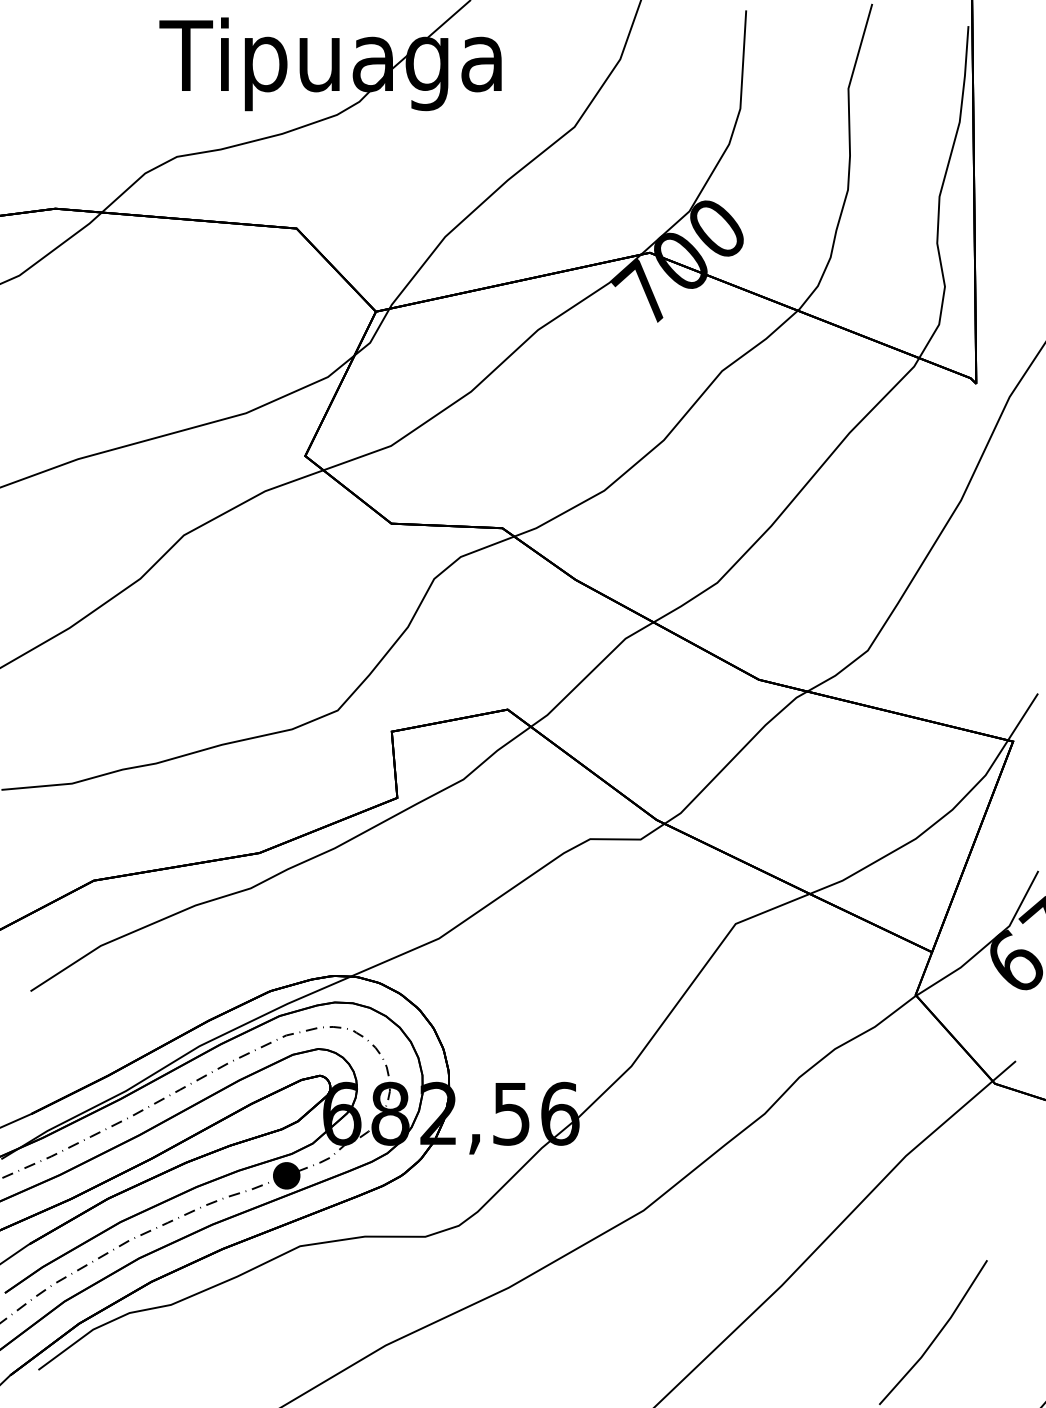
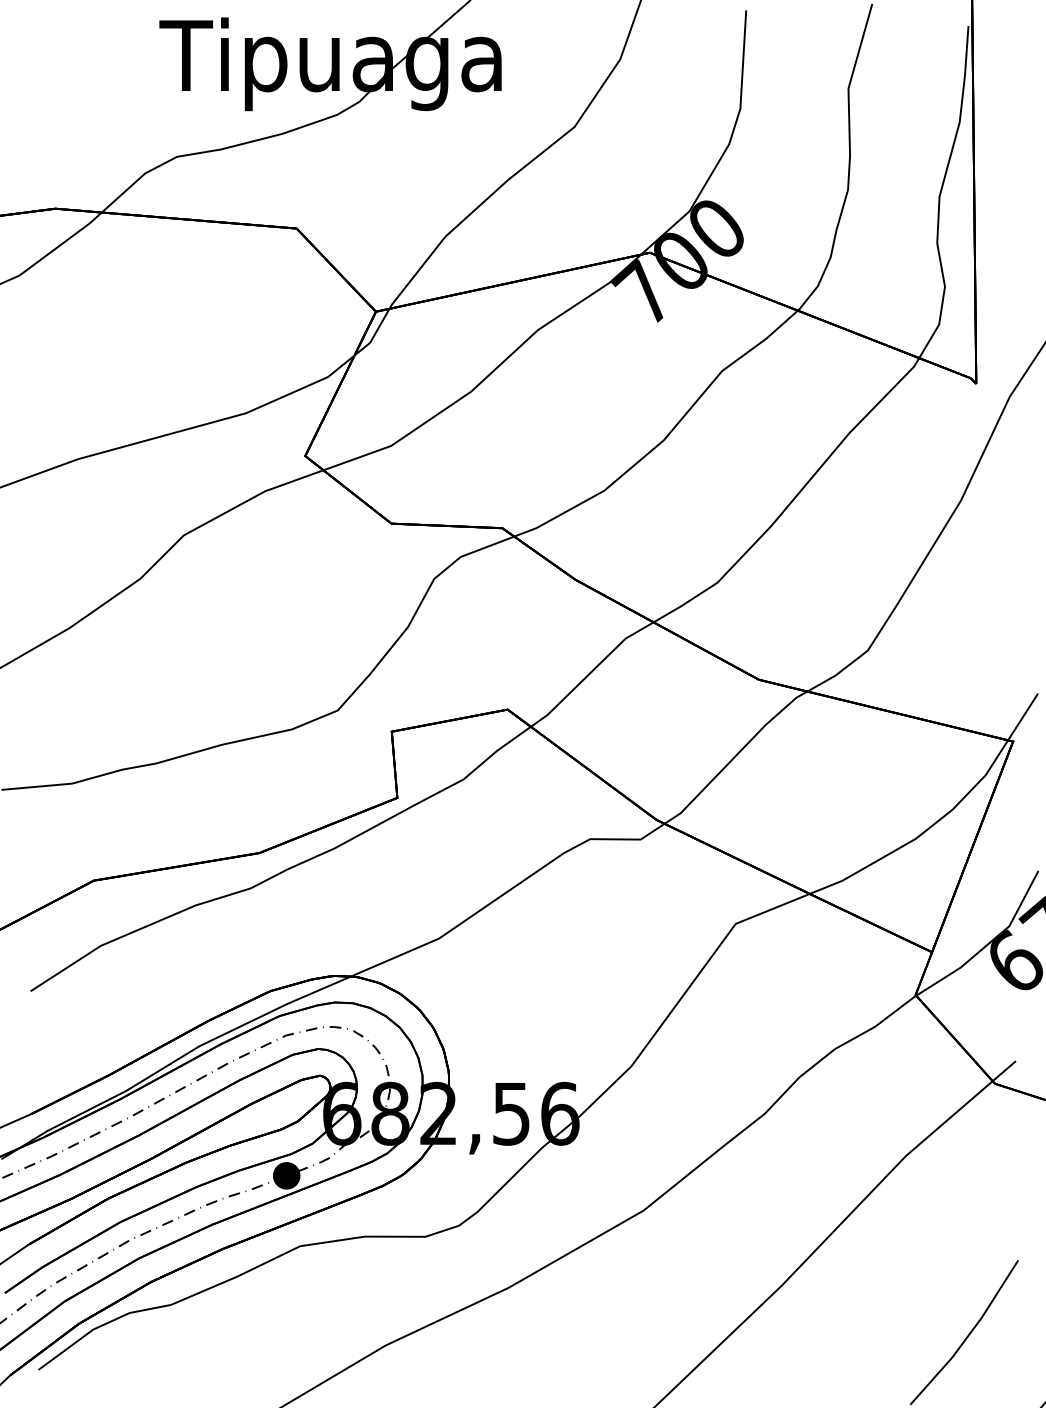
line at (937, 1333) position: (937, 1333) -> (968, 1333)
